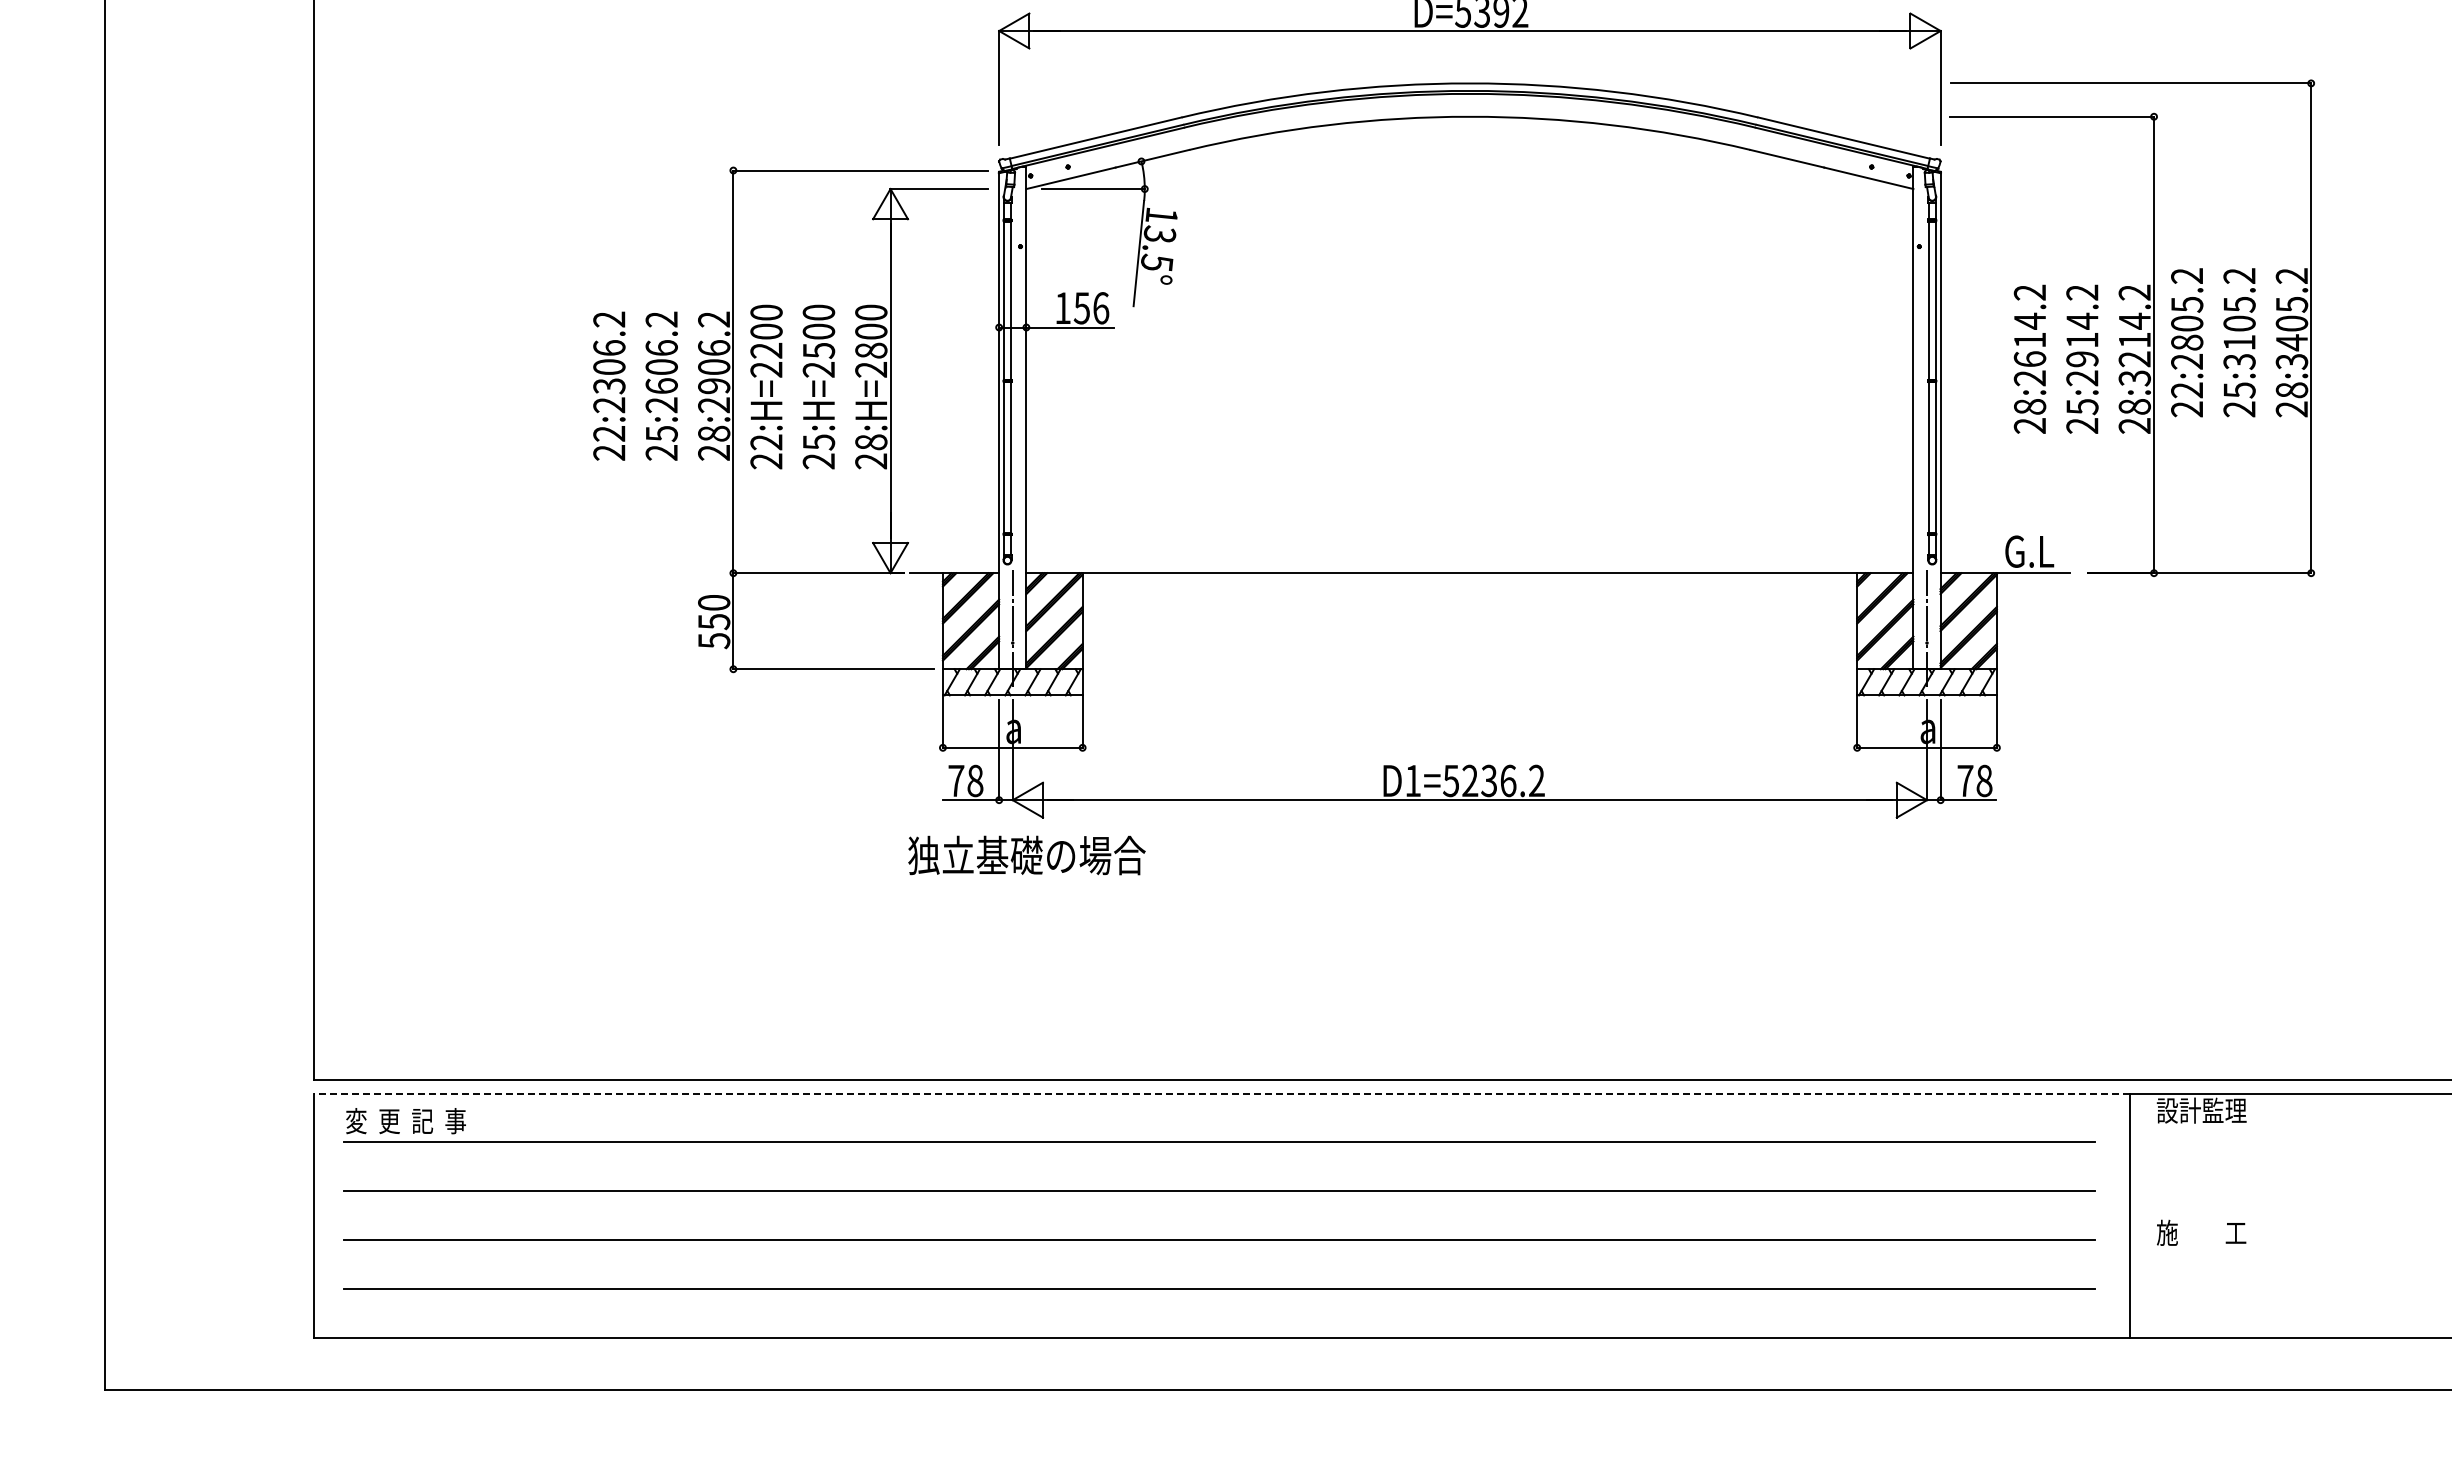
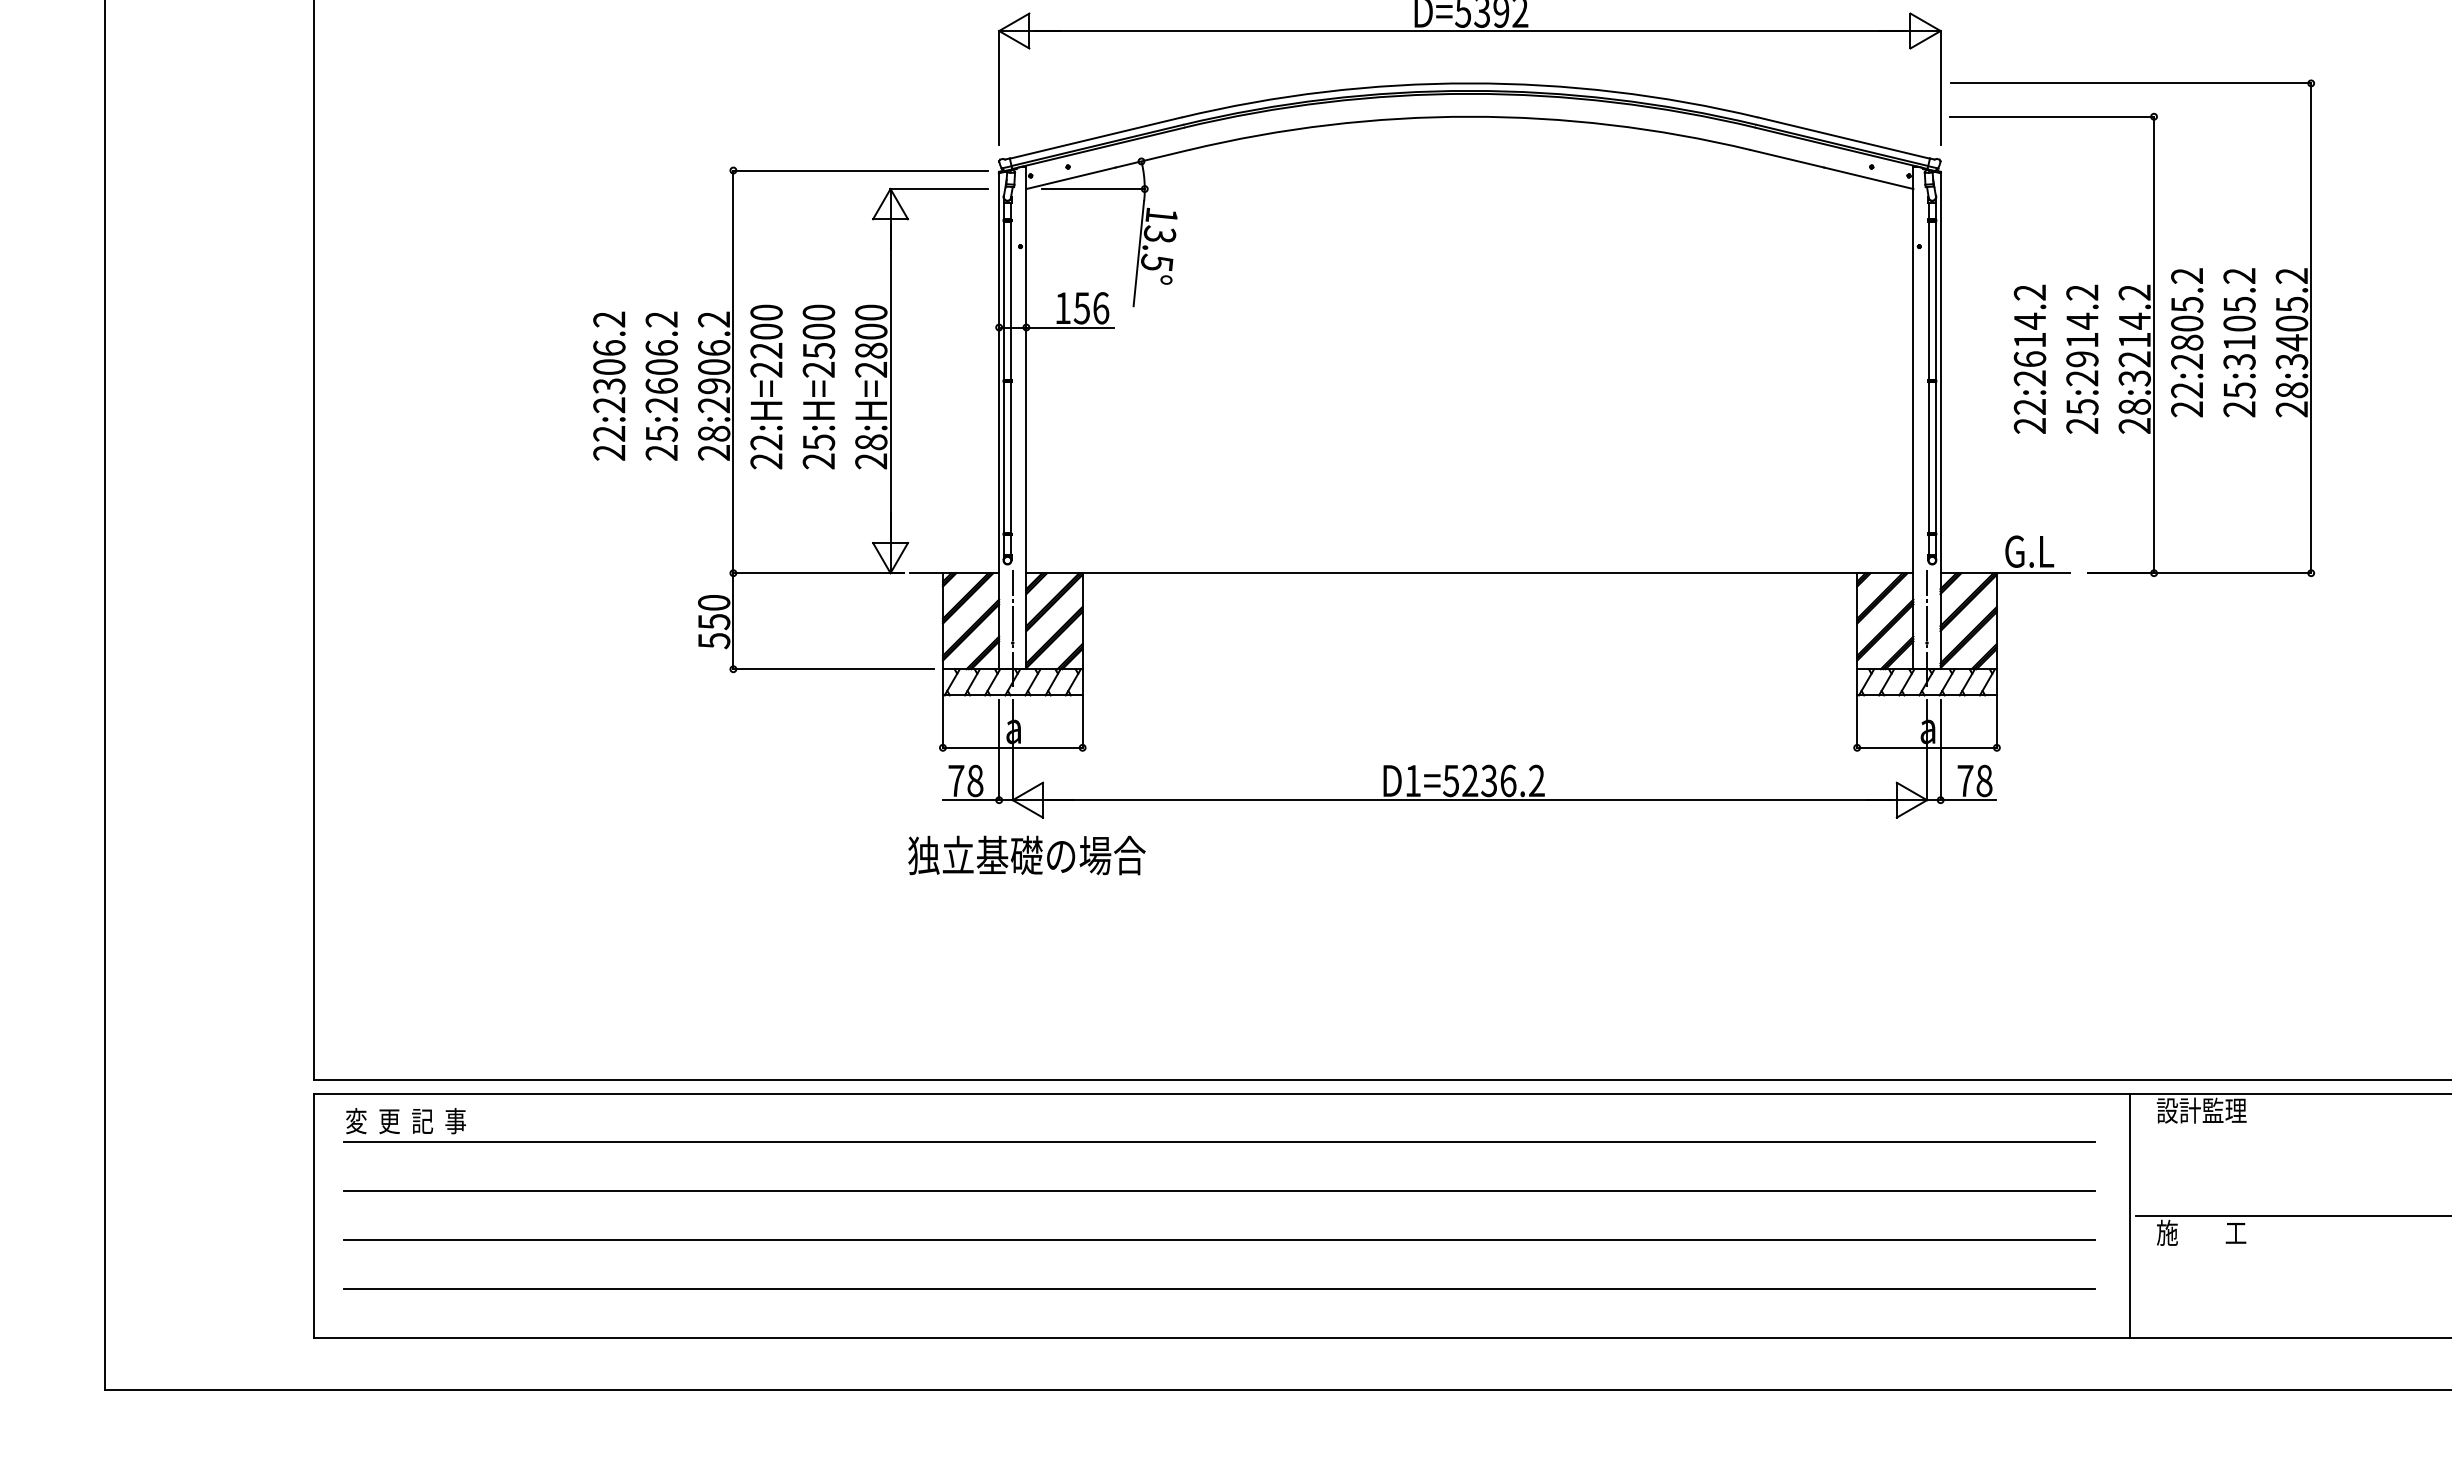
text at (2029, 406): 28:2614.2 -> 22:2614.2
line at (1222, 1093): dashed -> solid
line at (2291, 1215): none -> present
